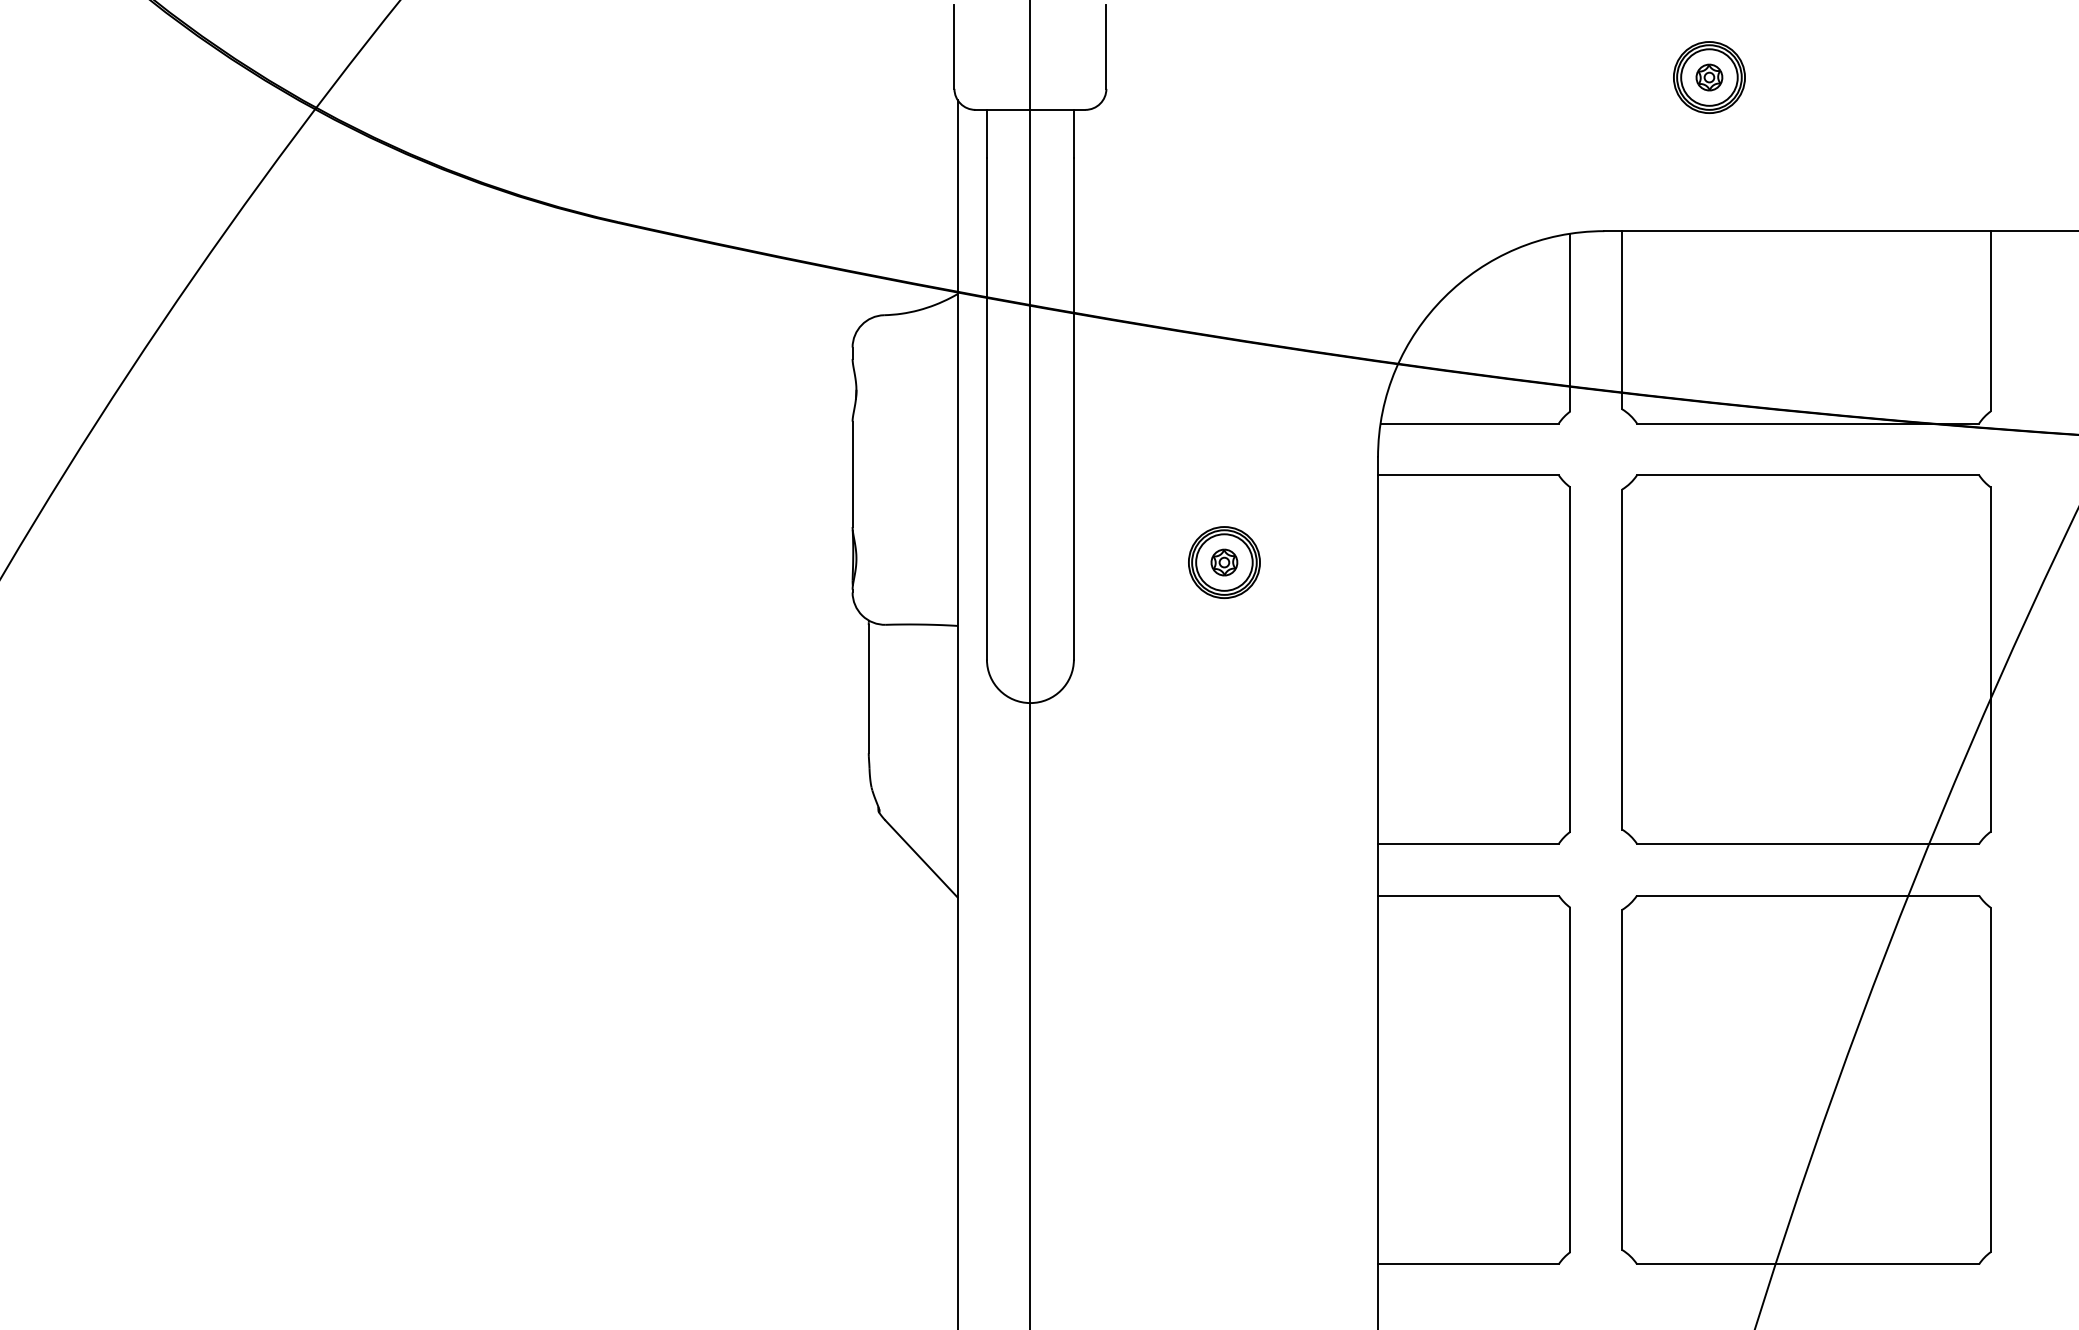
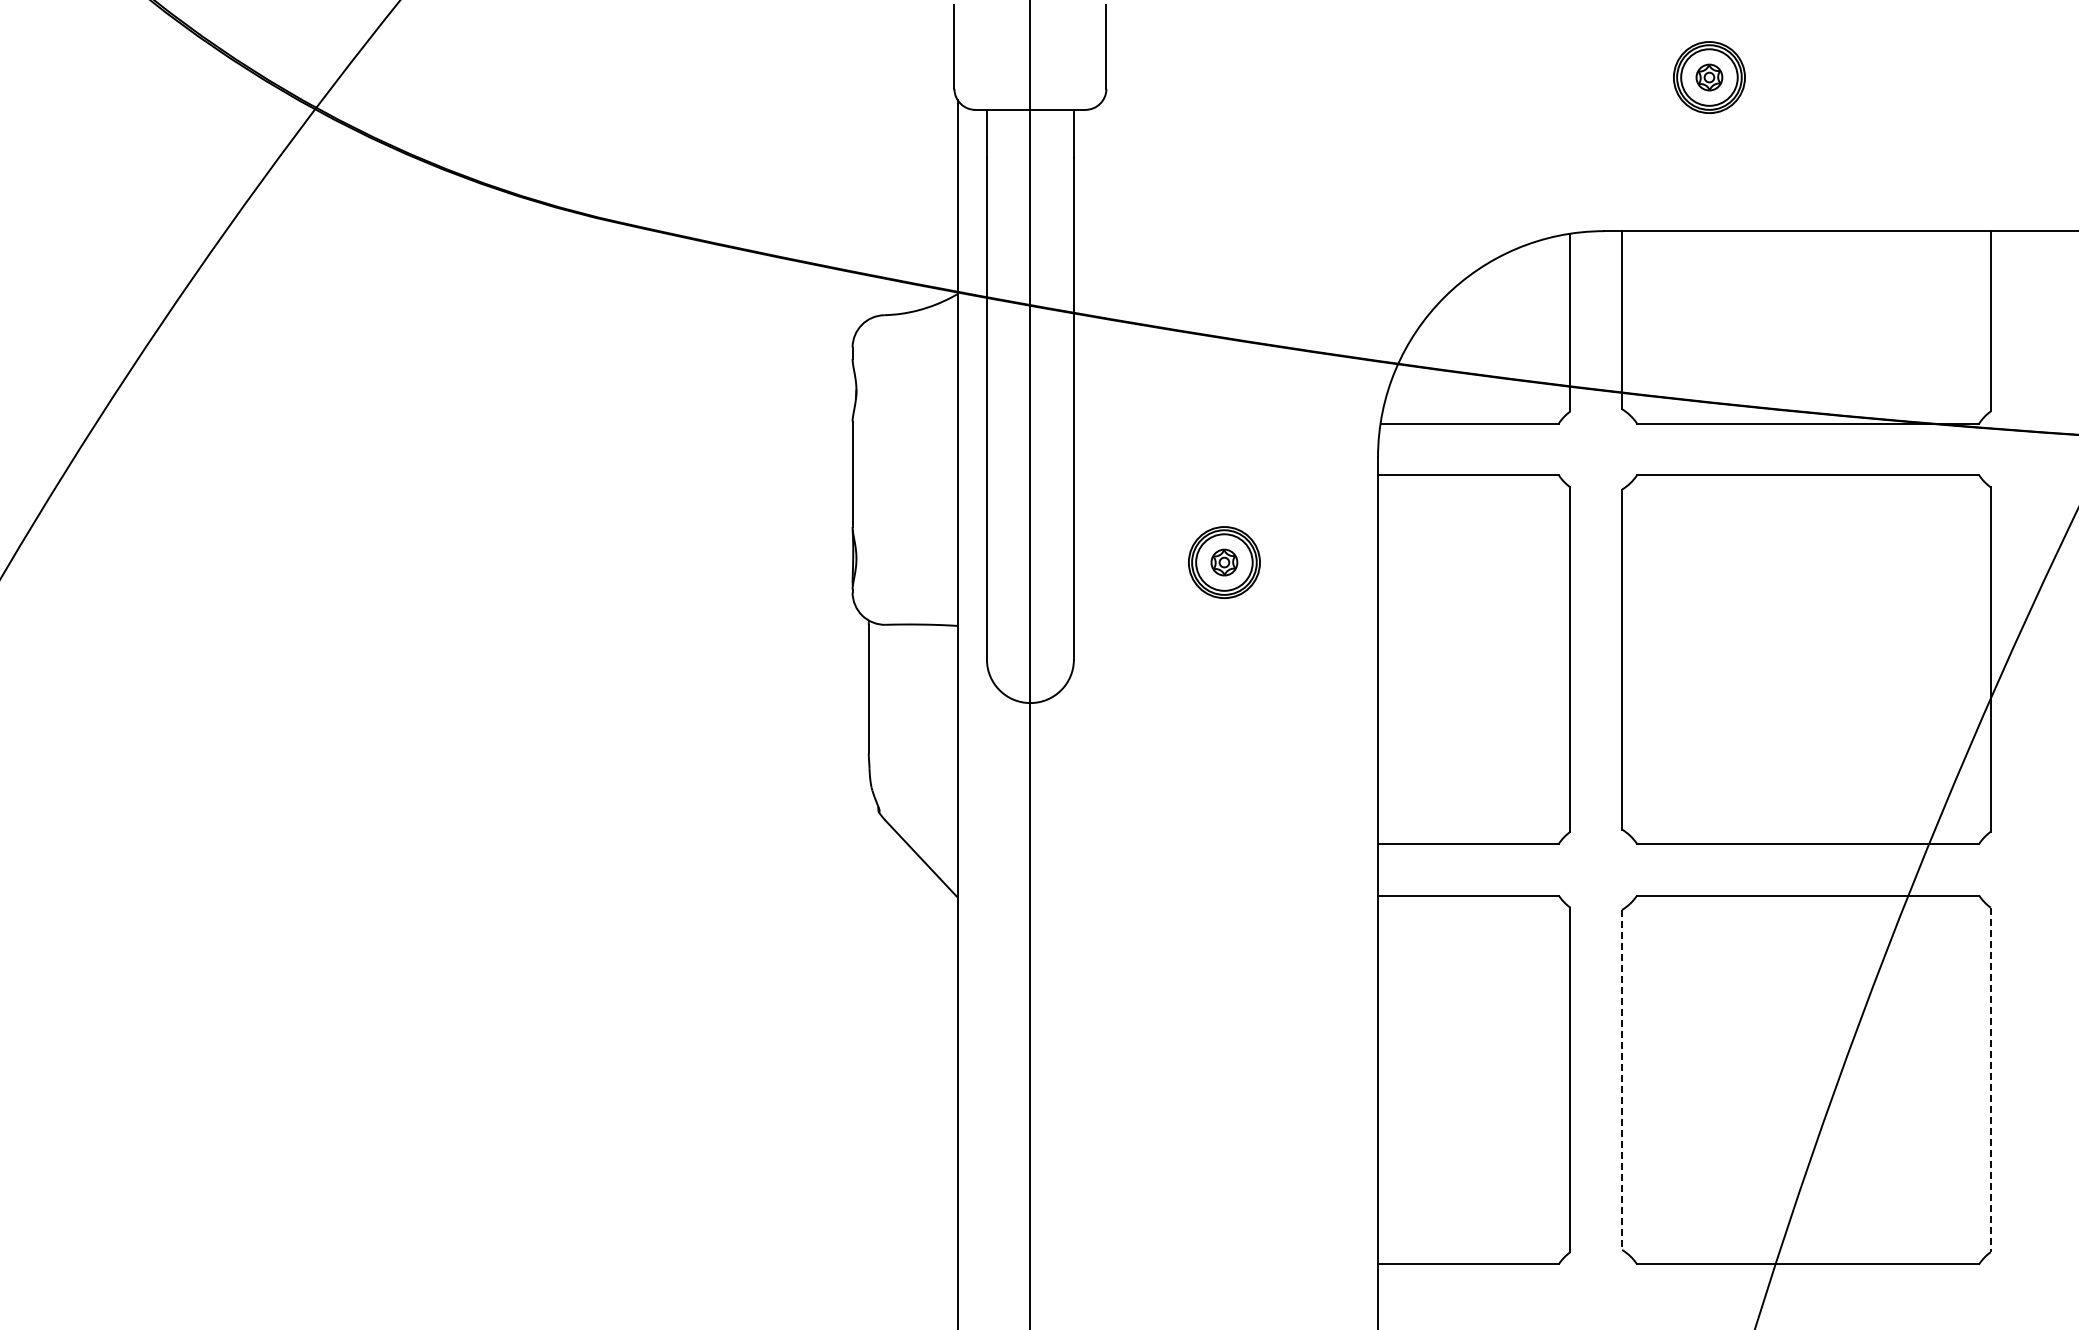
line at (1622, 1080): solid -> dashed
line at (1990, 1080): solid -> dashed
